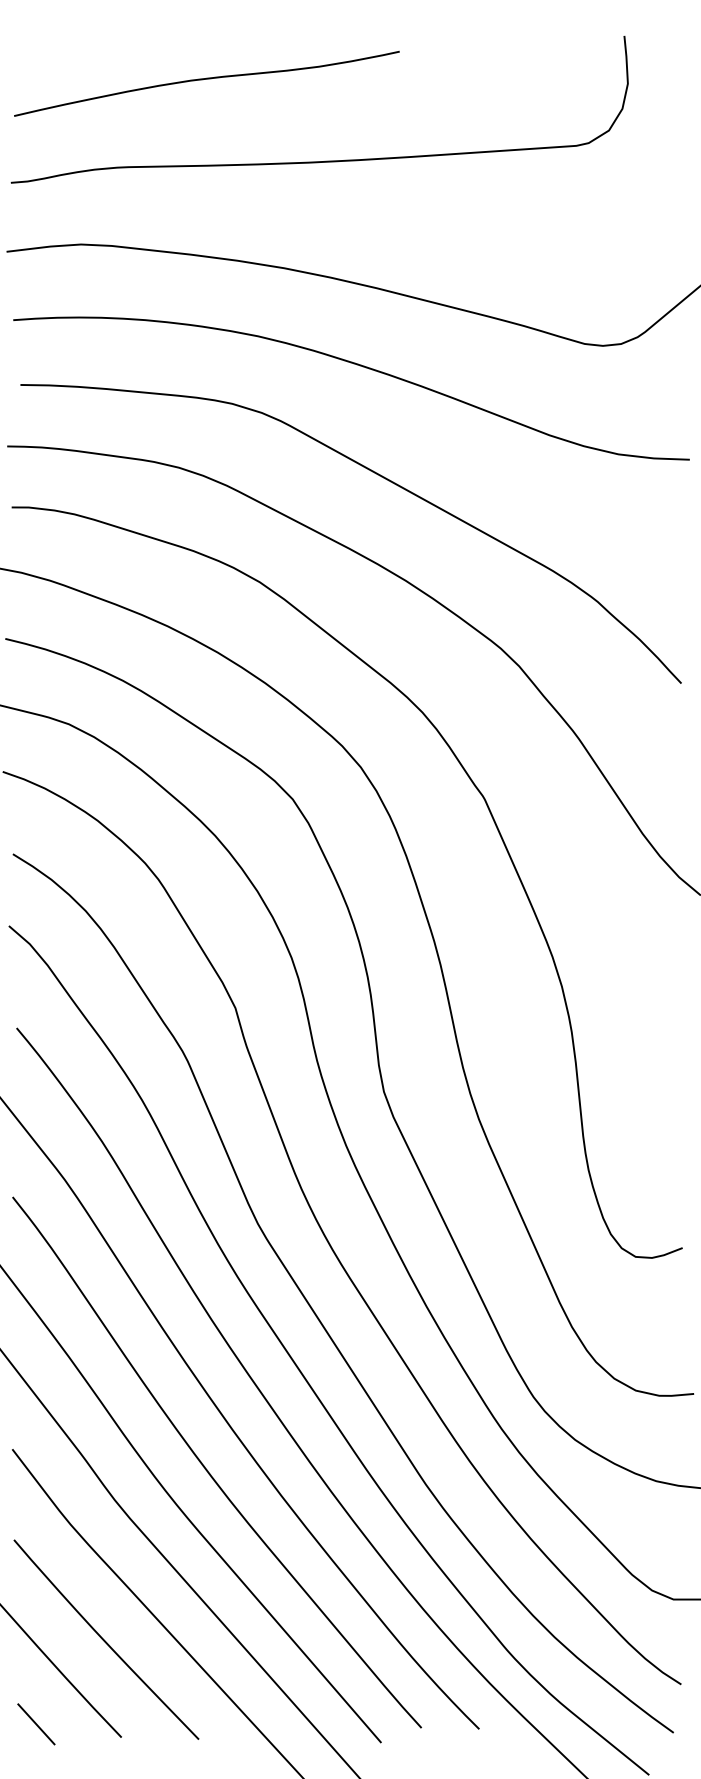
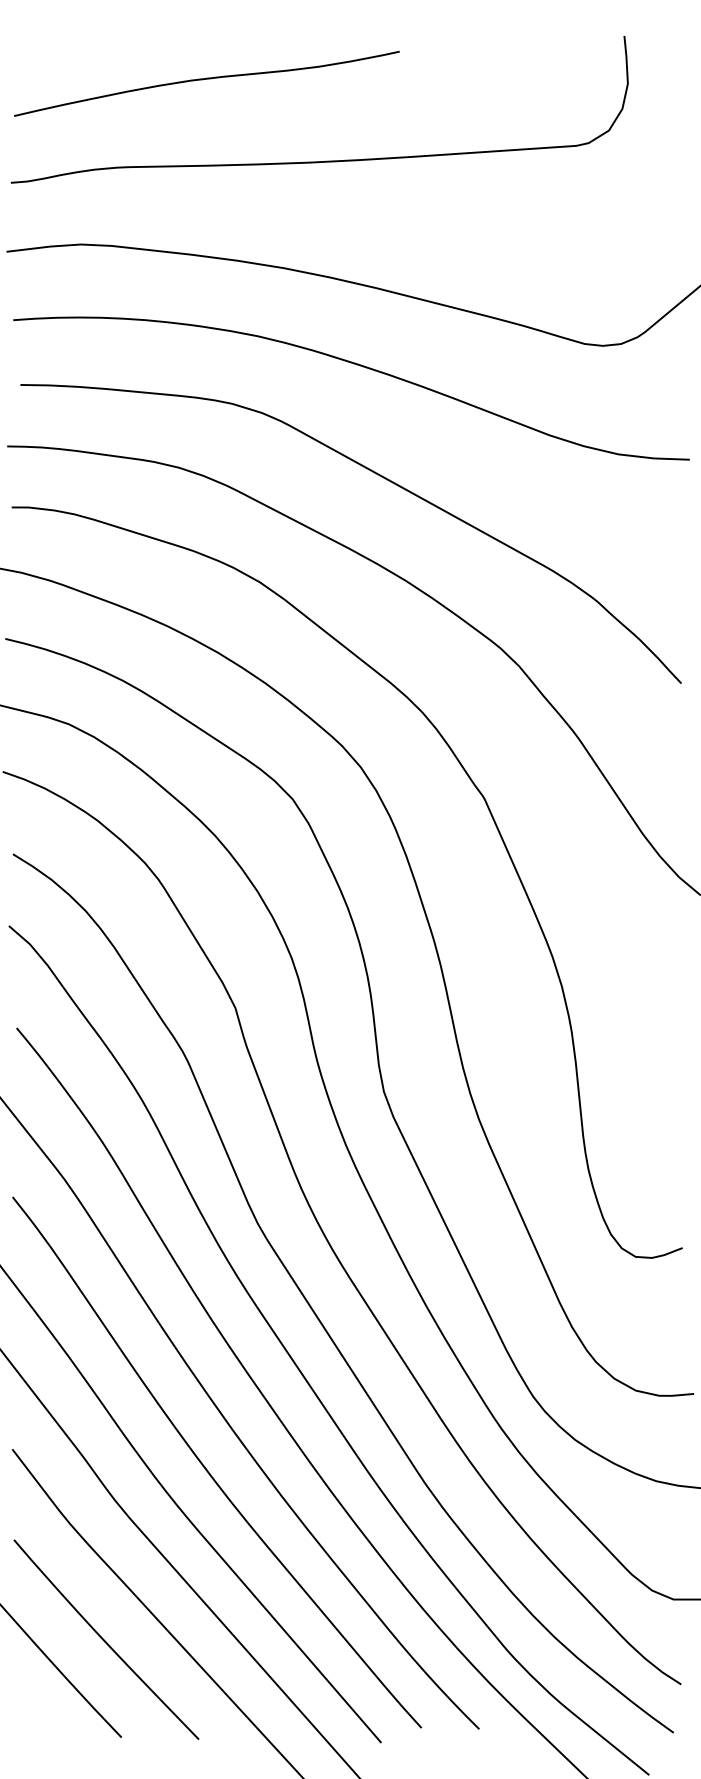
line at (36, 1724): present -> none
